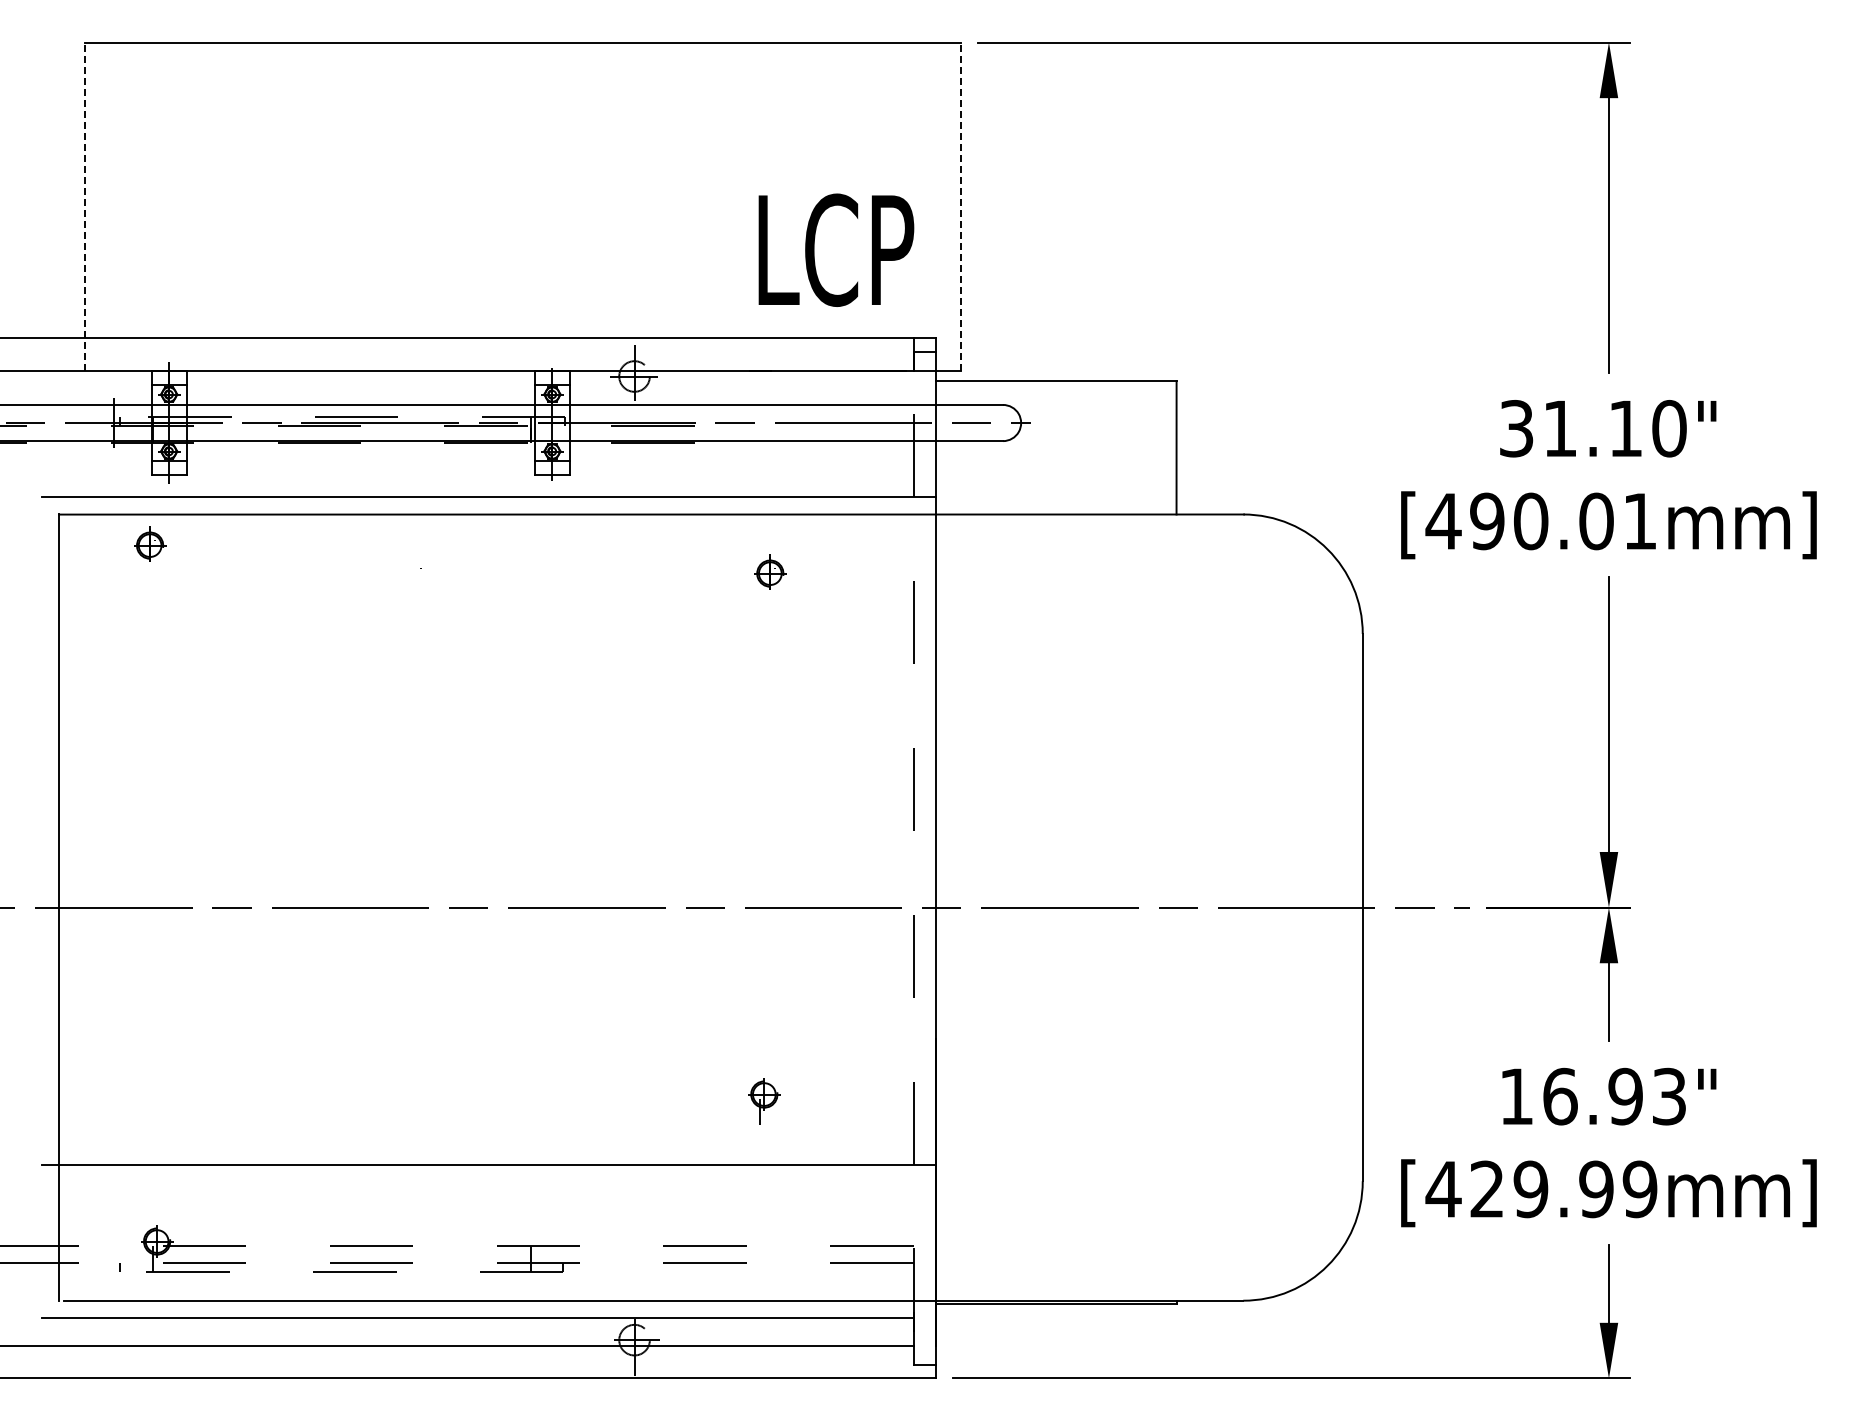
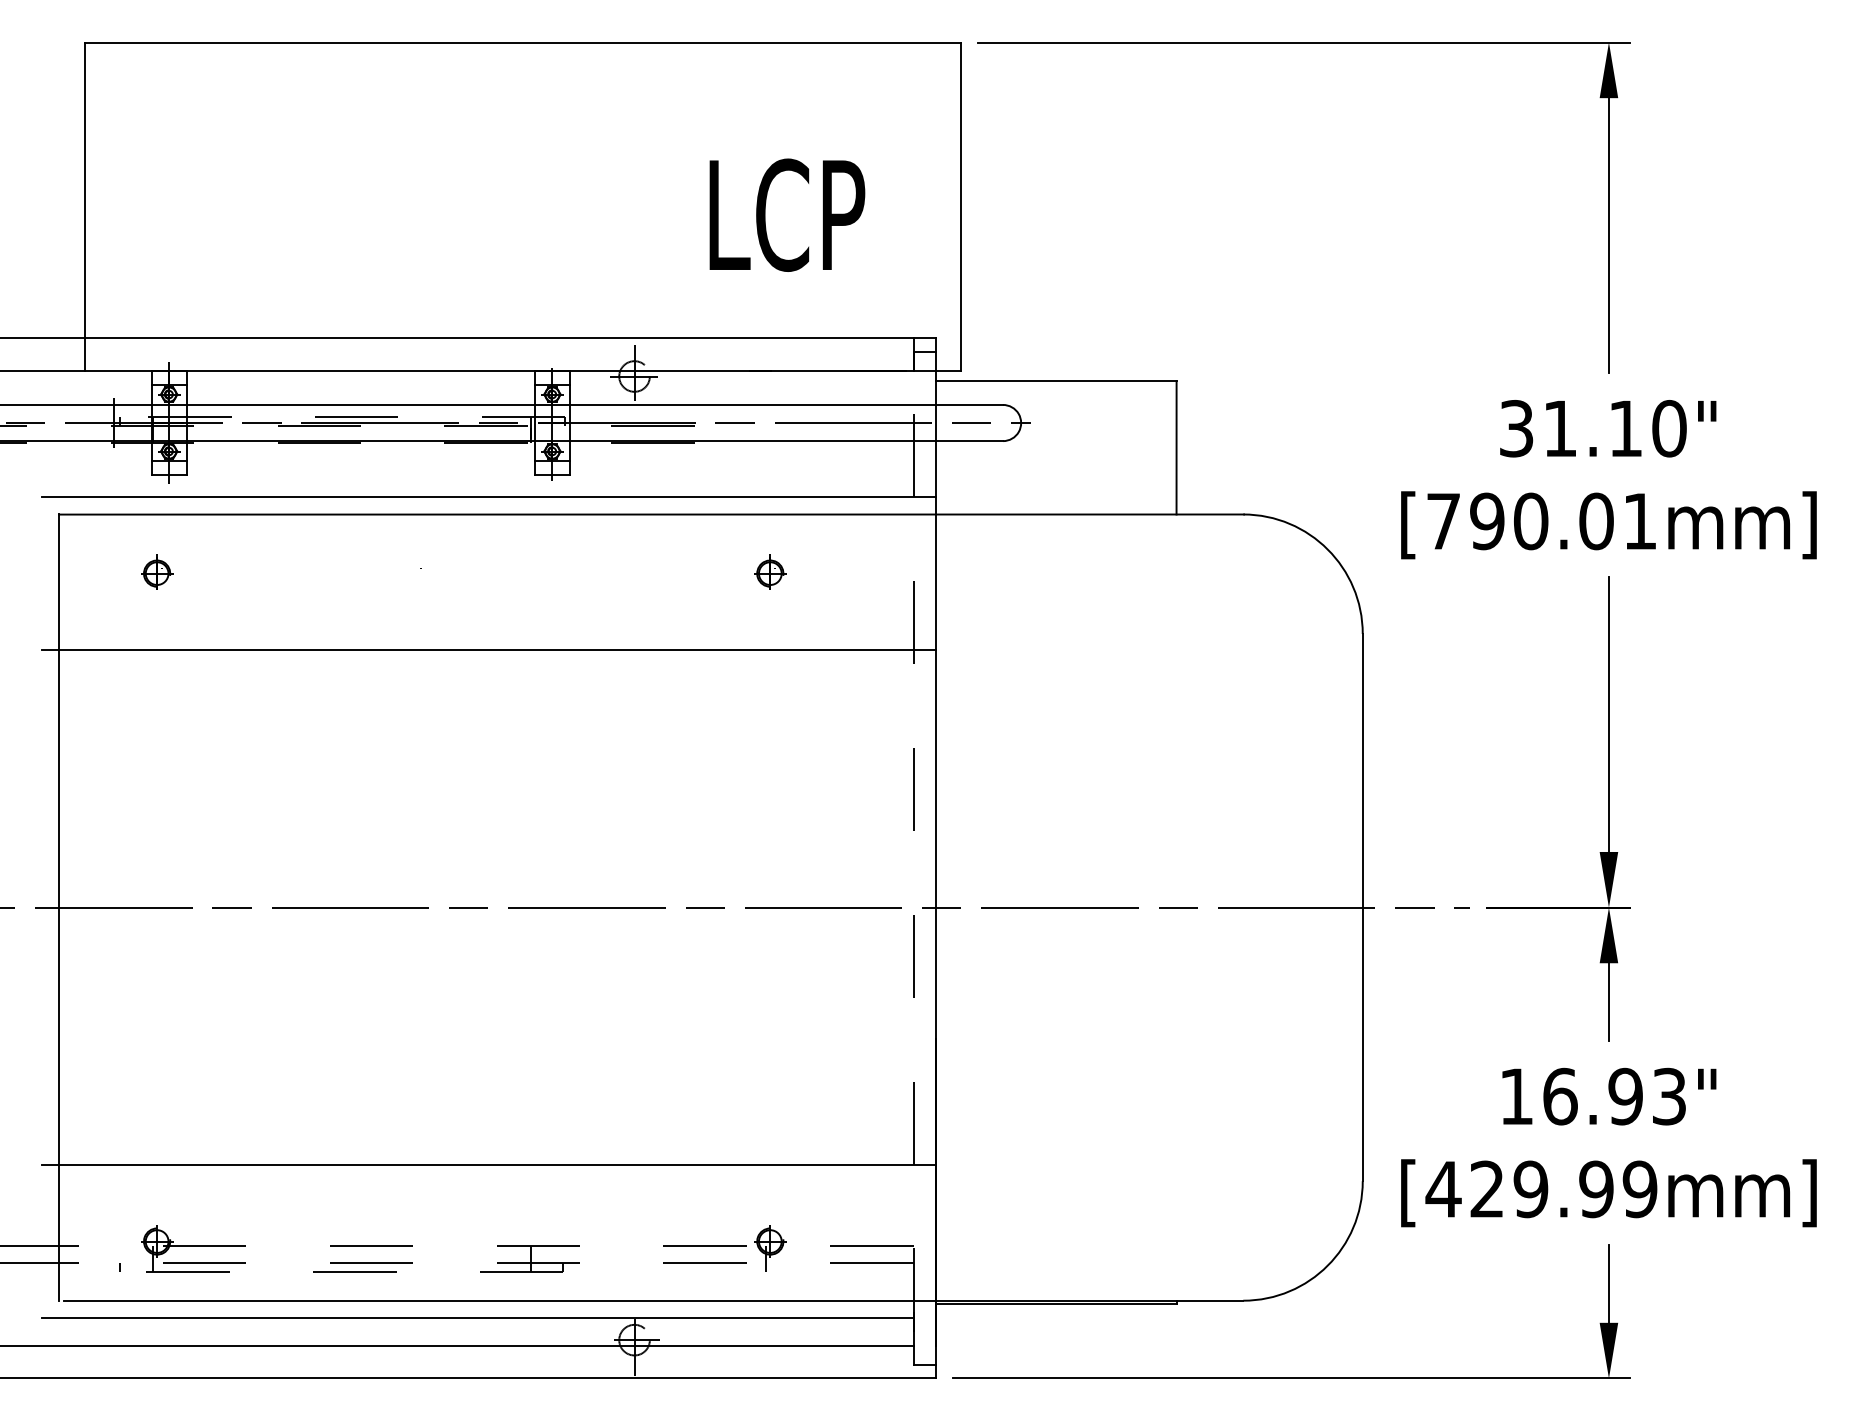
line at (84, 206): dashed -> solid
line at (960, 206): dashed -> solid
text at (836, 249) position: (836, 249) -> (787, 214)
text at (1443, 521): [490.01mm] -> [790.01mm]
part at (150, 543) position: (150, 543) -> (157, 571)
line at (488, 650): none -> present
part at (764, 1101) position: (764, 1101) -> (770, 1248)
